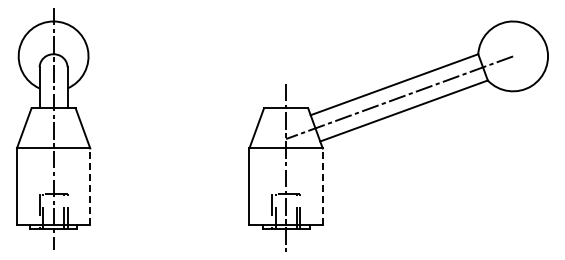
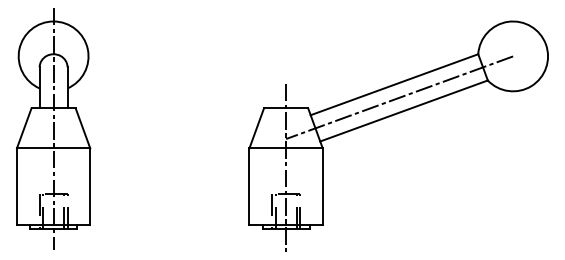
line at (90, 186): dashed -> solid
line at (322, 186): dashed -> solid
